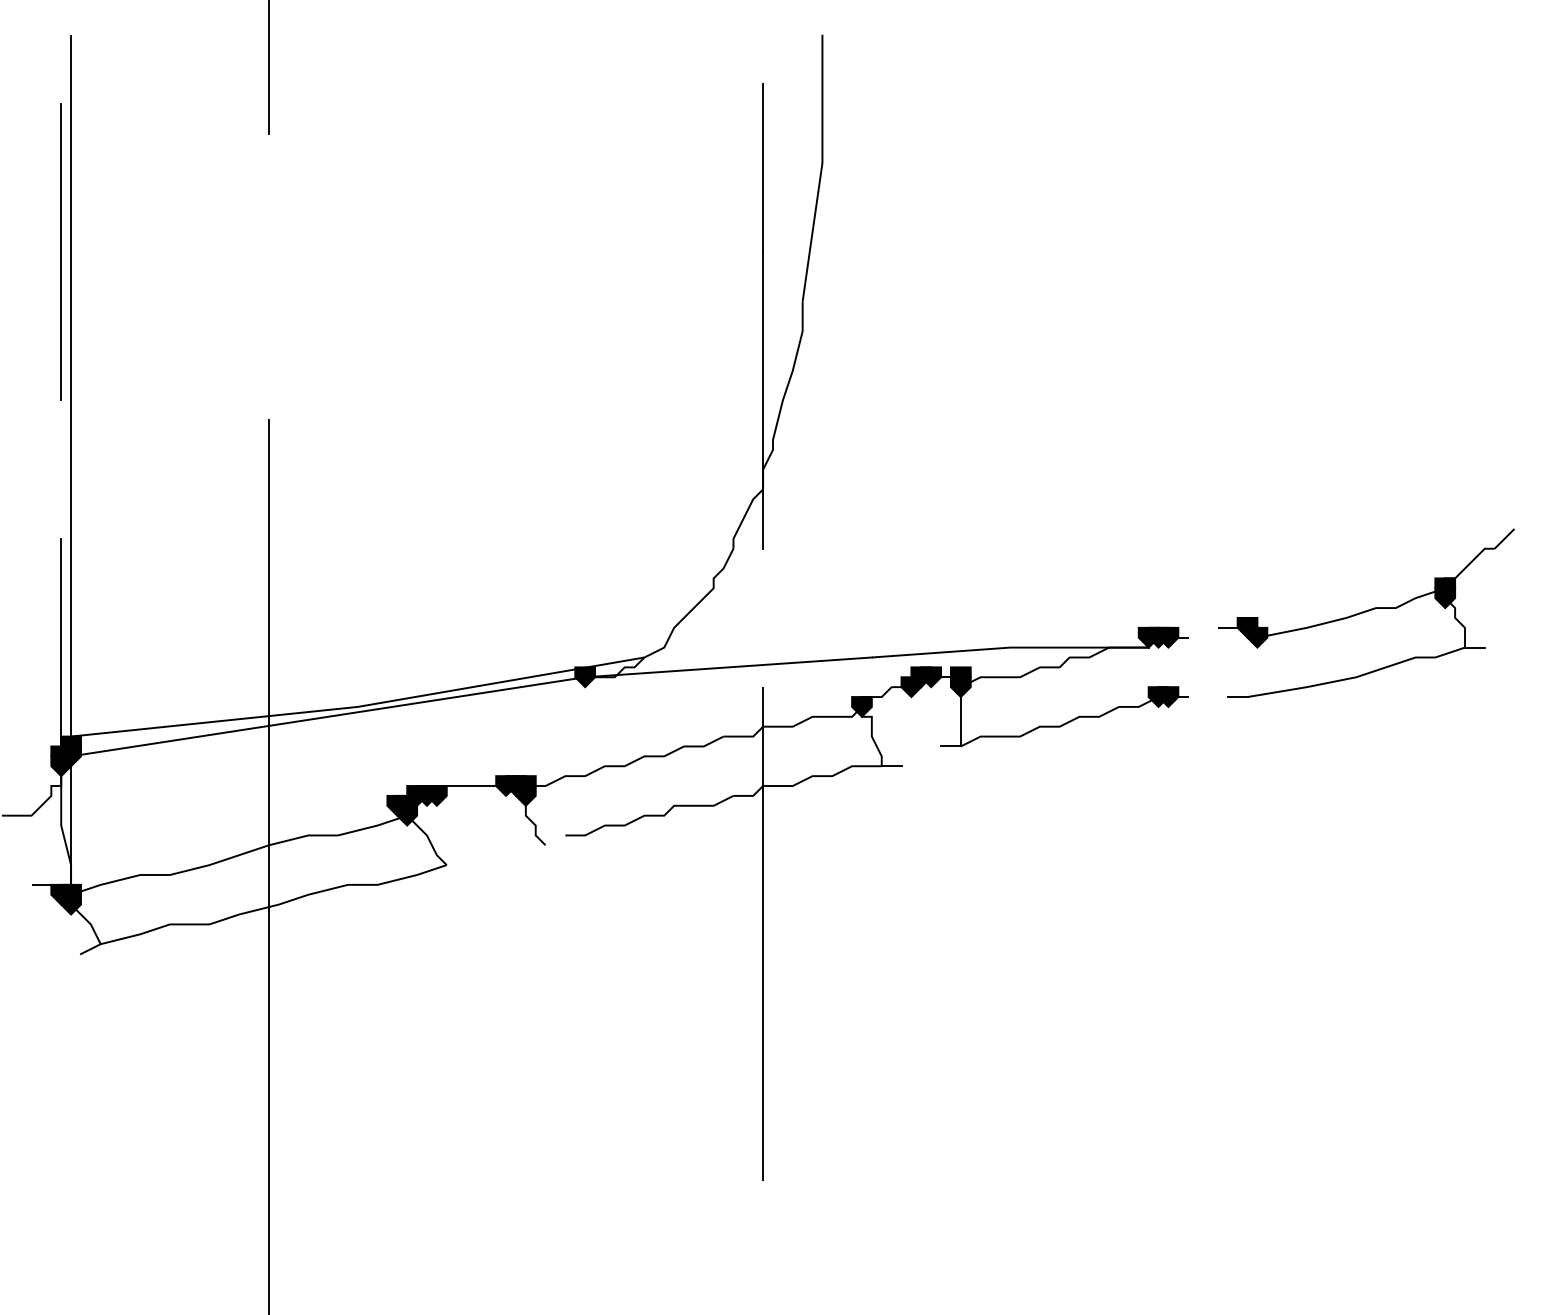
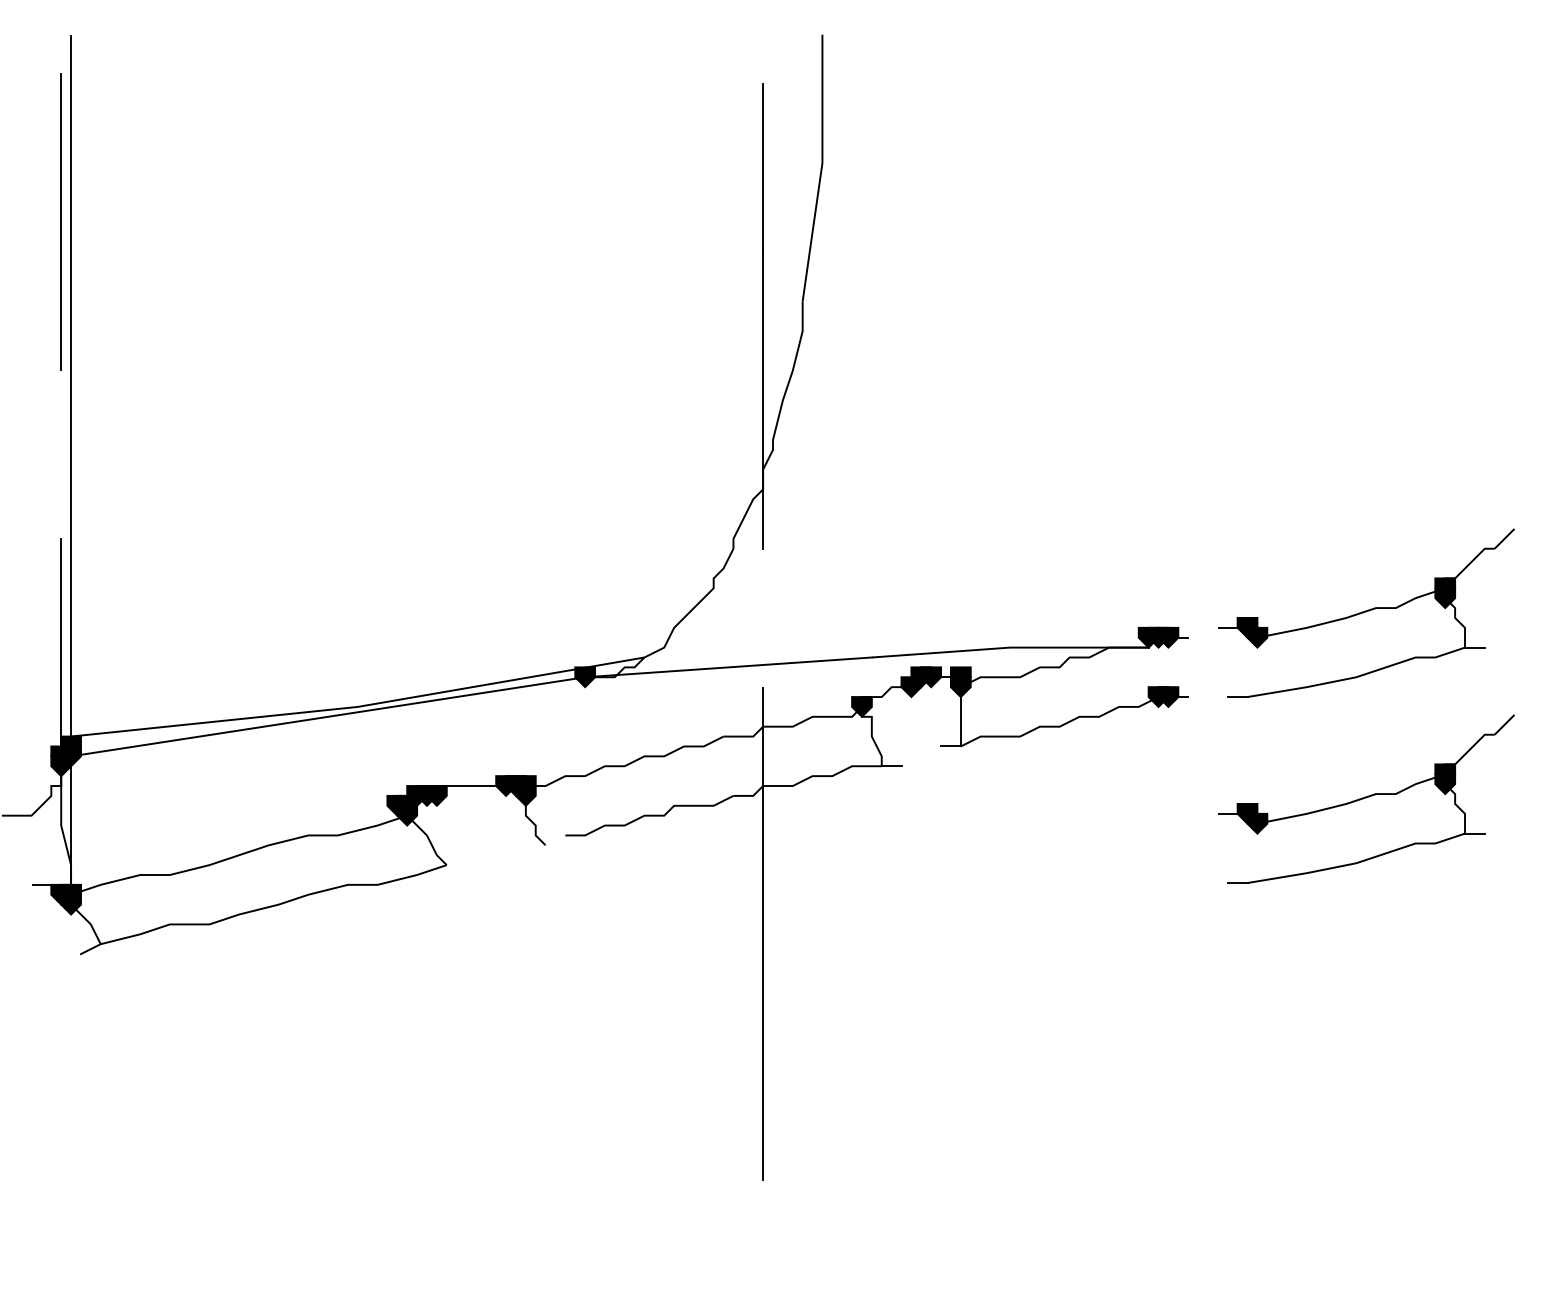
line at (268, 67): present -> none
line at (60, 251) position: (60, 251) -> (60, 221)
part at (1366, 798): none -> present
line at (268, 865): present -> none
